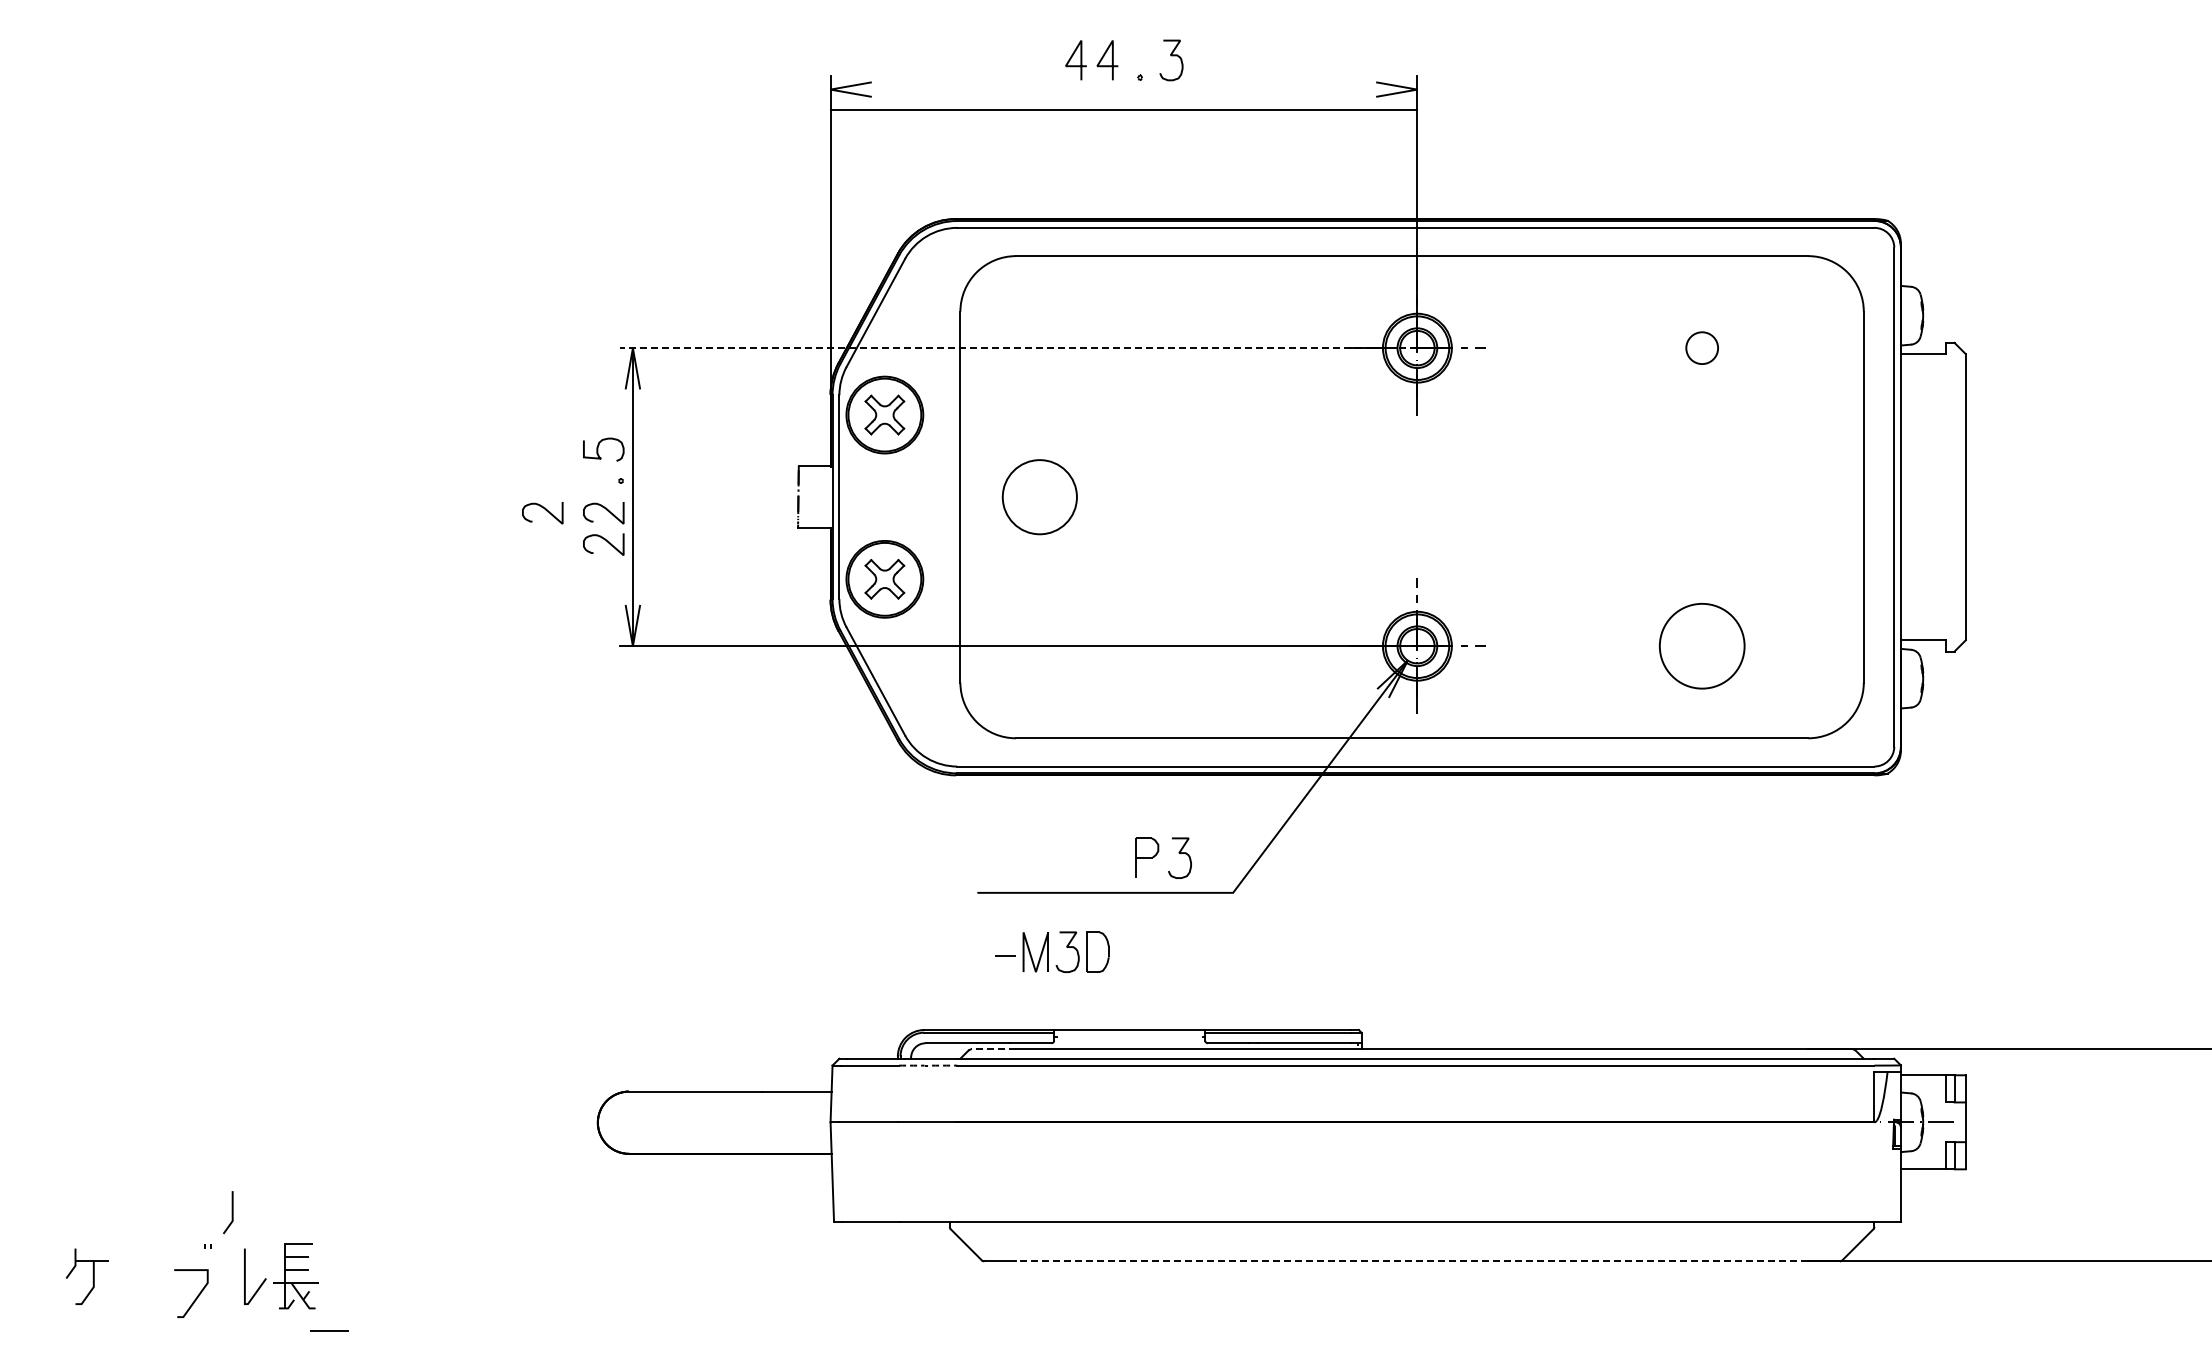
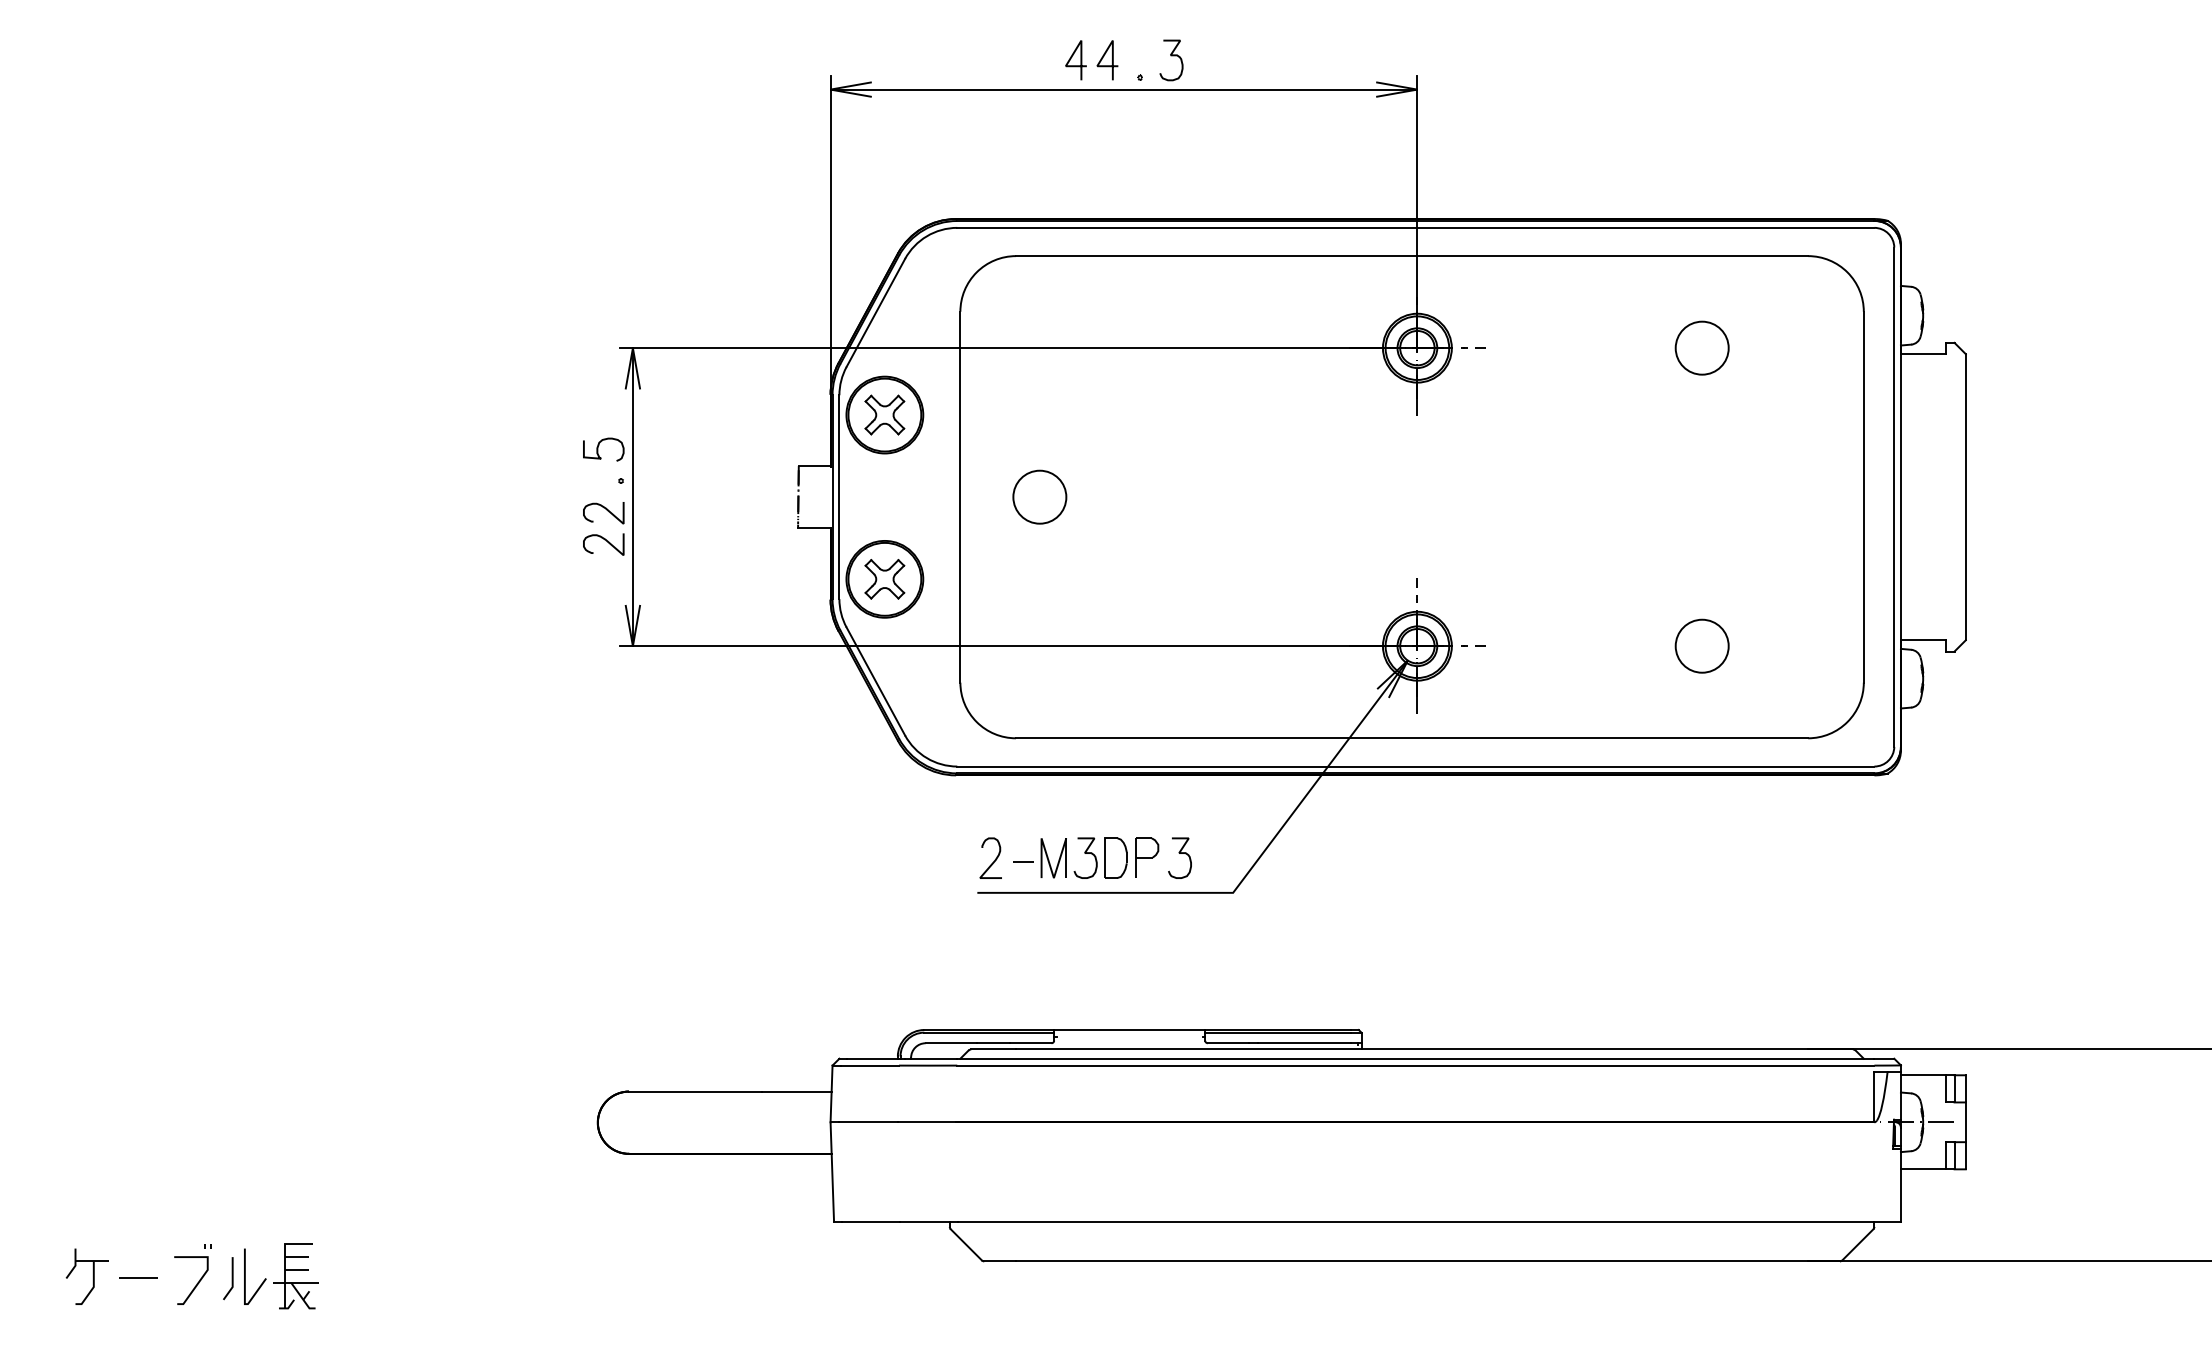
line at (1123, 109) position: (1123, 109) -> (1123, 89)
line at (1018, 348): dashed -> solid
circle at (1702, 348) diameter: 32 px -> 53 px
circle at (1039, 497) diameter: 74 px -> 53 px
curve at (545, 510): present -> none
circle at (1701, 645) diameter: 85 px -> 53 px
curve at (994, 859): none -> present
part at (1052, 951) position: (1052, 951) -> (1070, 857)
line at (993, 1049): dashed -> solid
arc at (928, 1065): dashed -> solid
line at (231, 1212) position: (231, 1212) -> (231, 1278)
line at (1411, 1261): dashed -> solid
line at (196, 1296) position: (196, 1296) -> (196, 1283)
line at (329, 1330) position: (329, 1330) -> (138, 1277)
